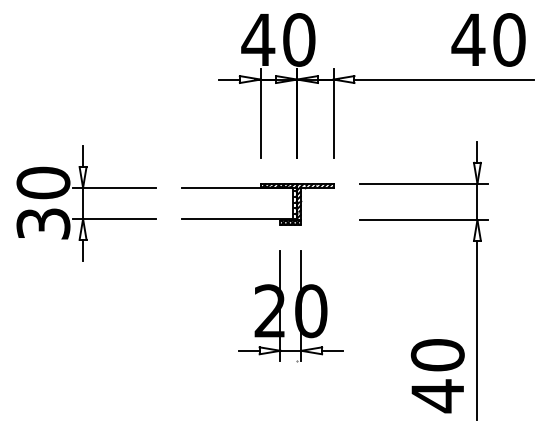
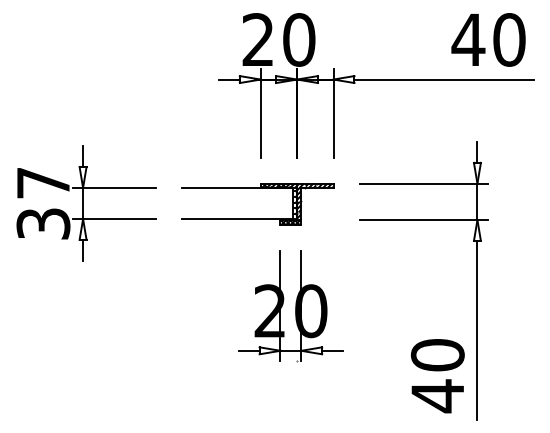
text at (258, 39): 40 -> 20
text at (43, 182): 30 -> 37
